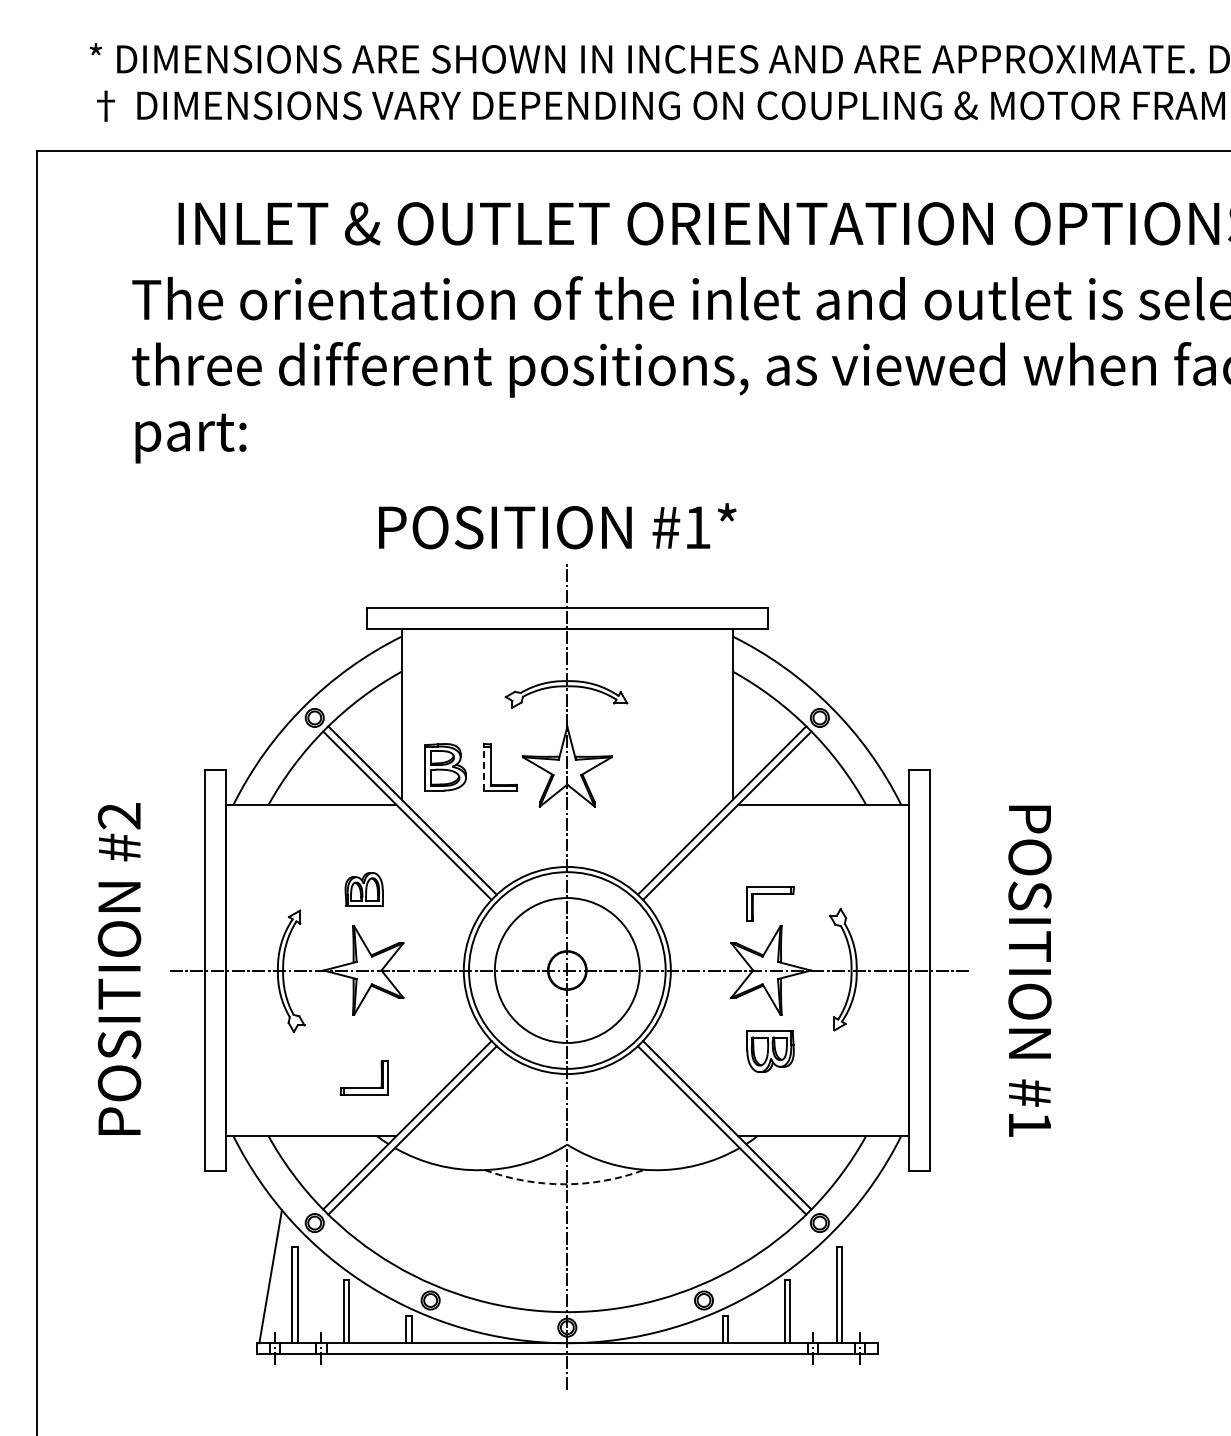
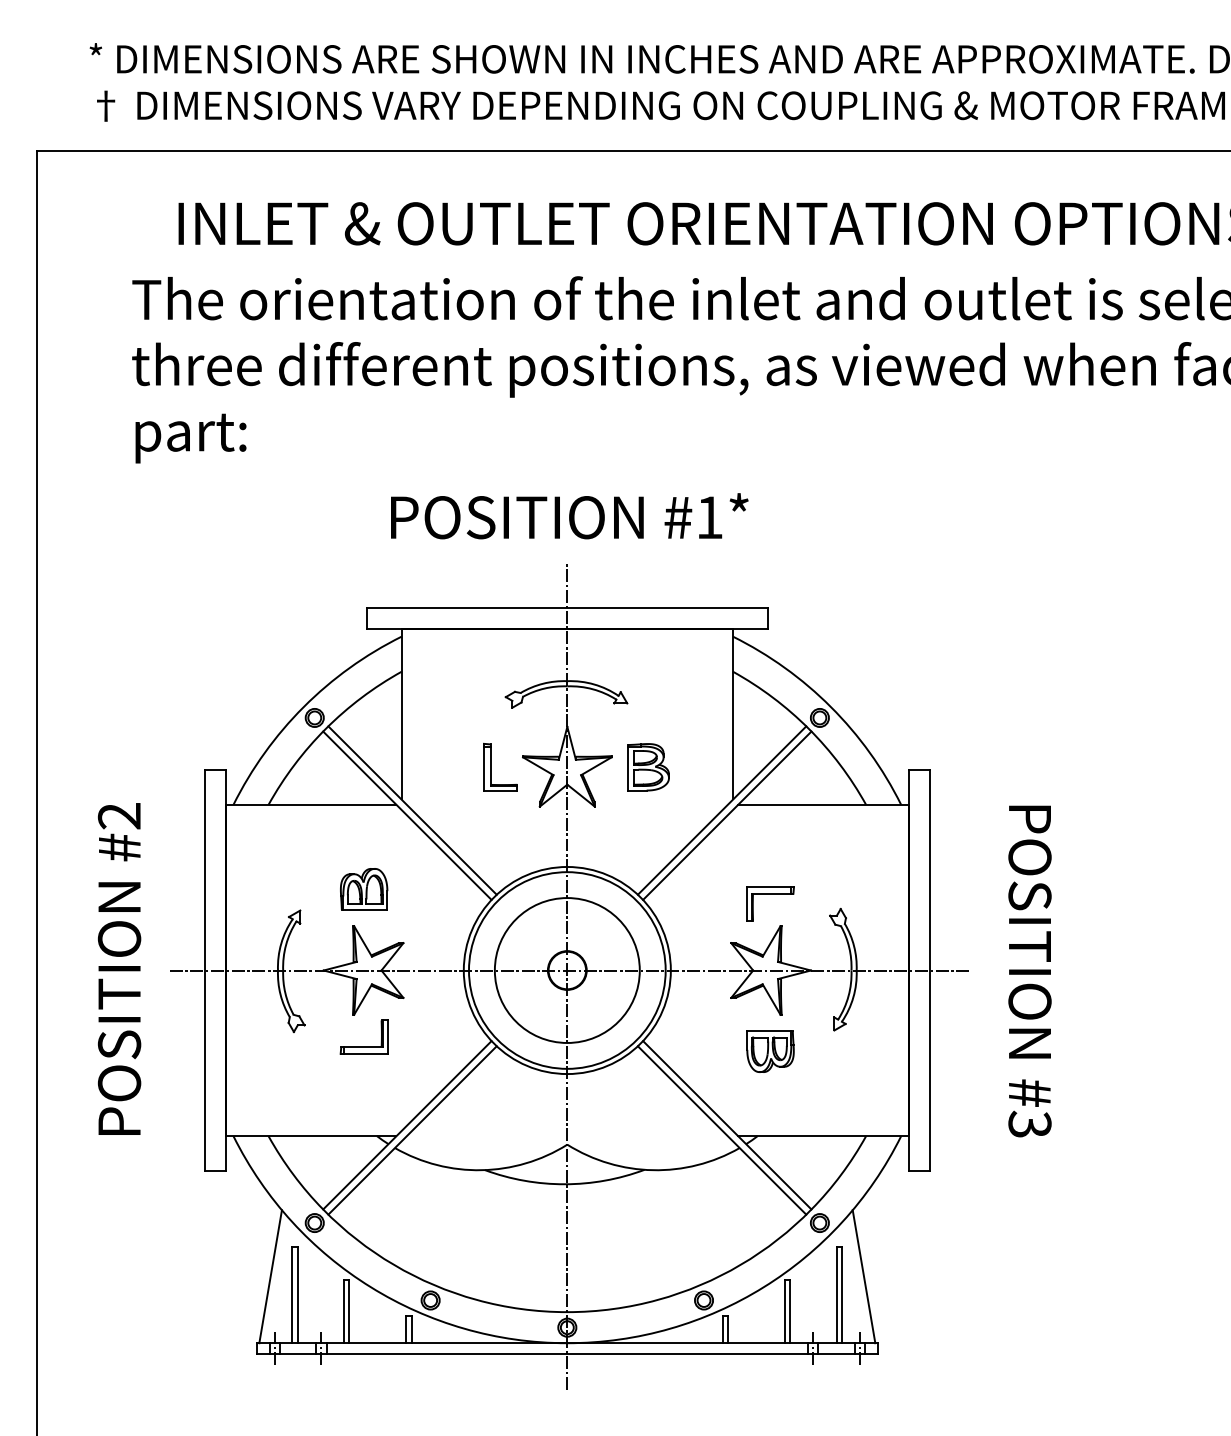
text at (557, 526) position: (557, 526) -> (569, 516)
part at (445, 767) position: (445, 767) -> (648, 767)
line at (483, 768): dashed -> solid
part at (363, 889) size: 40x35 px -> 49x43 px
part at (363, 1087) position: (363, 1087) -> (363, 1046)
text at (1029, 1123): #1 -> #3
arc at (564, 1184): dashed -> solid
line at (863, 1276): none -> present
